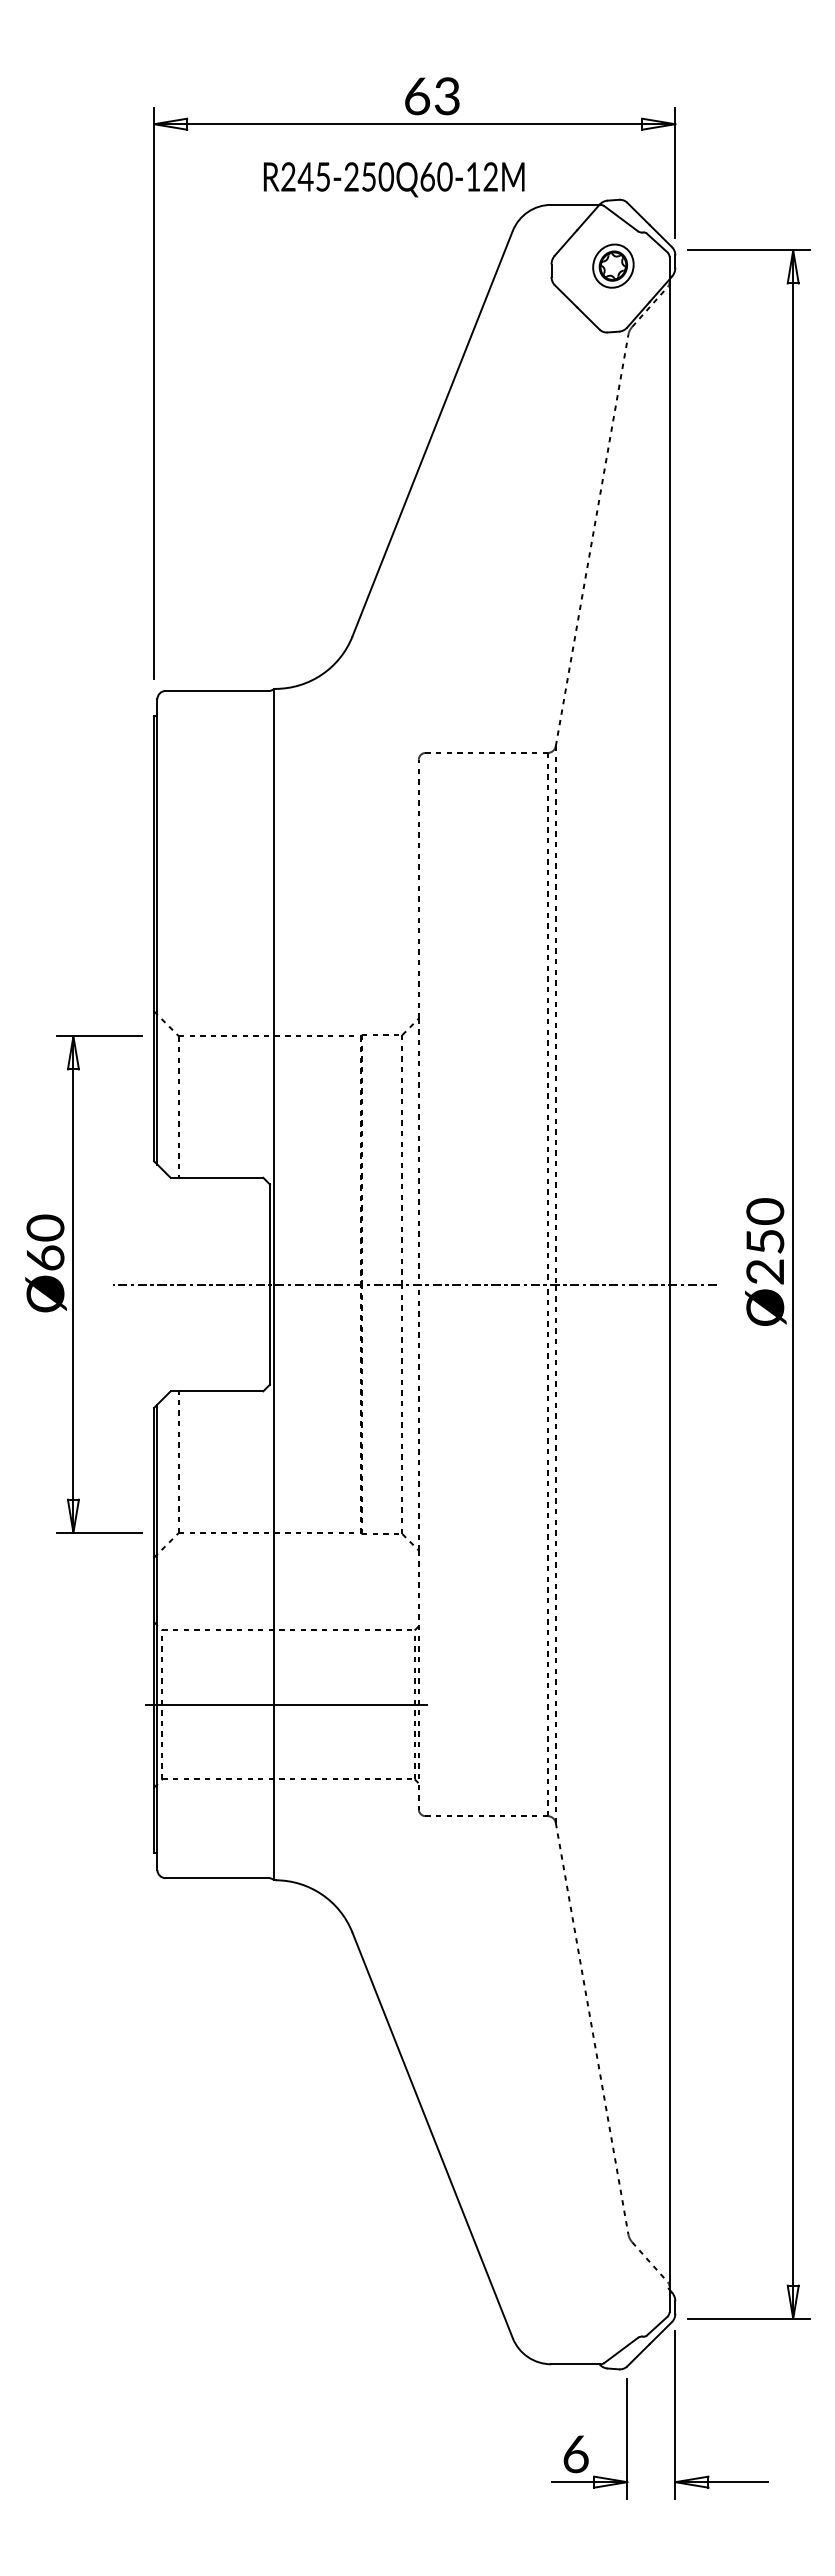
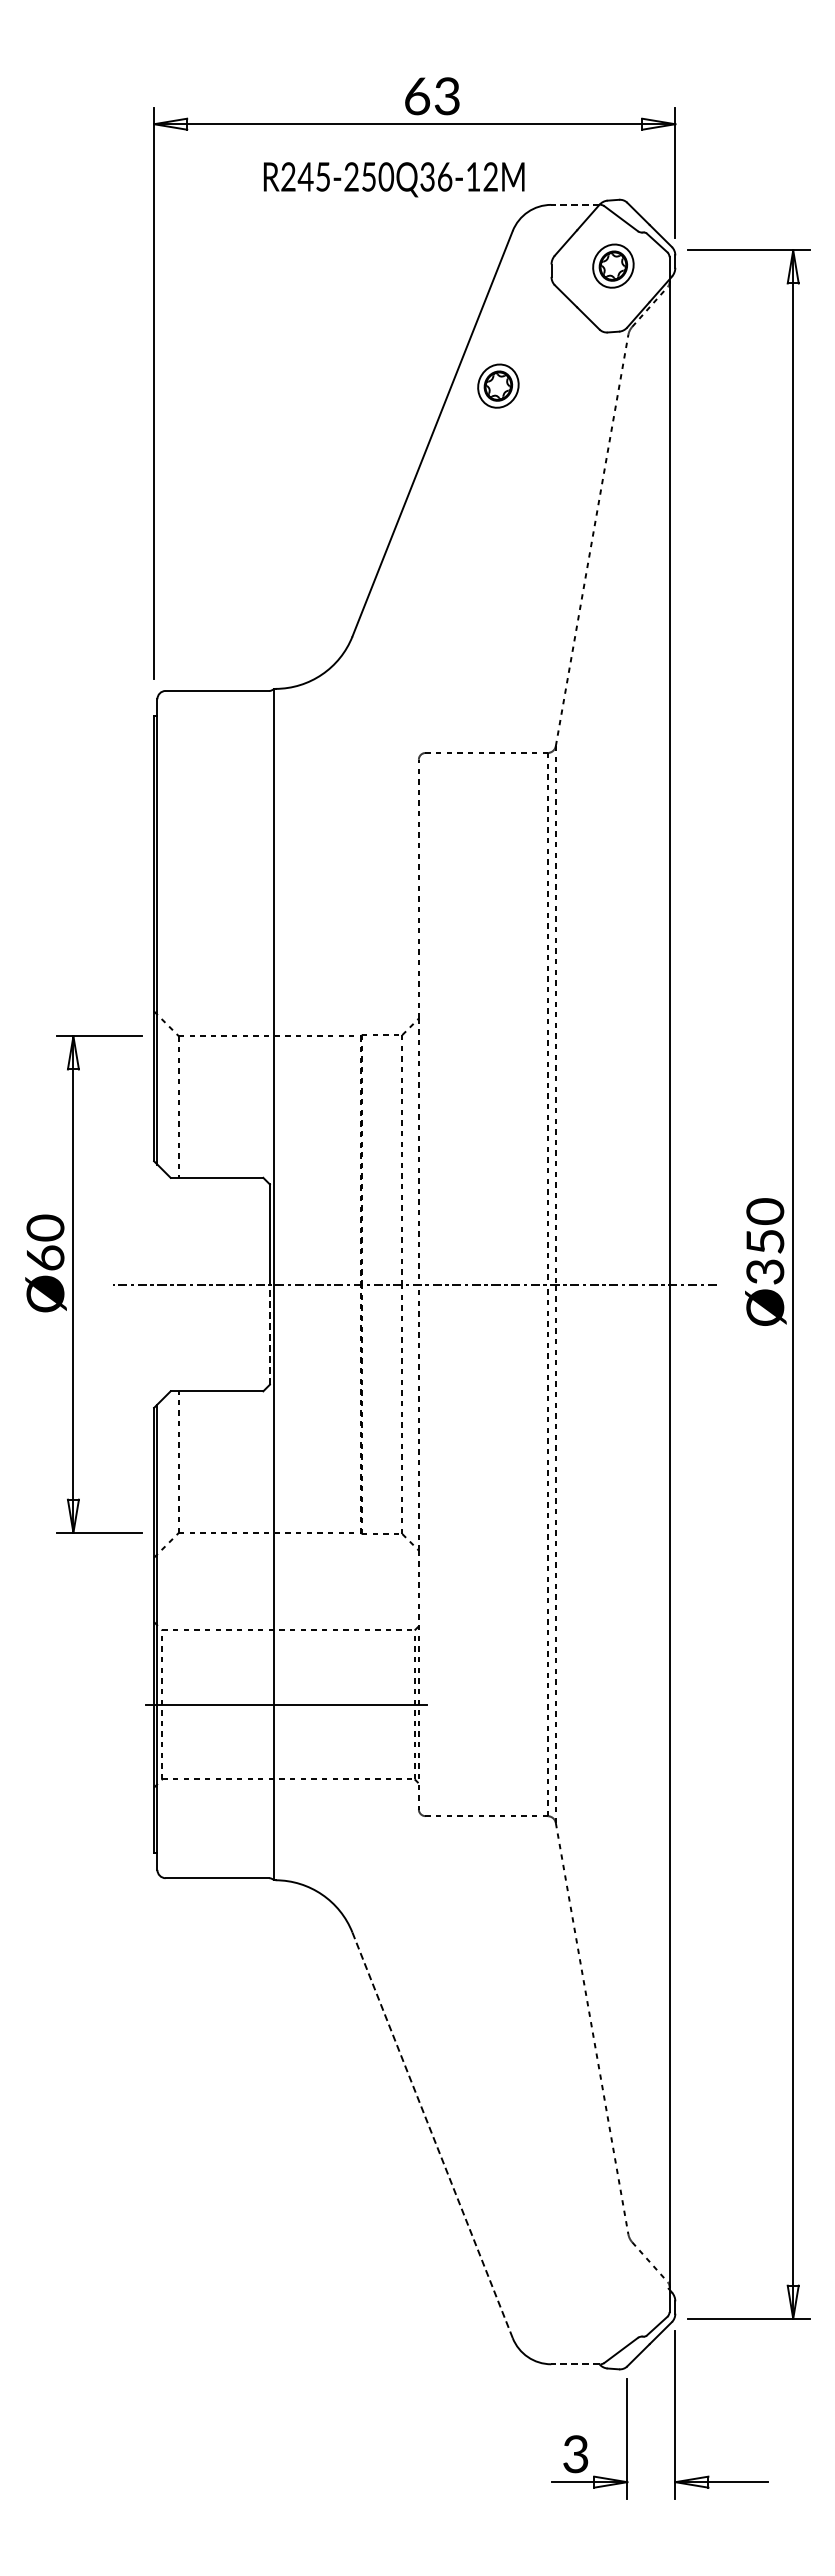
text at (436, 176): R245-250Q60-12M -> R245-250Q36-12M
line at (575, 204): solid -> dashed
part at (498, 385): none -> present
text at (765, 1271): Ø250 -> Ø350
line at (269, 1334): solid -> dashed
line at (432, 2135): solid -> dashed
line at (575, 2364): solid -> dashed
text at (575, 2453): 6 -> 3
